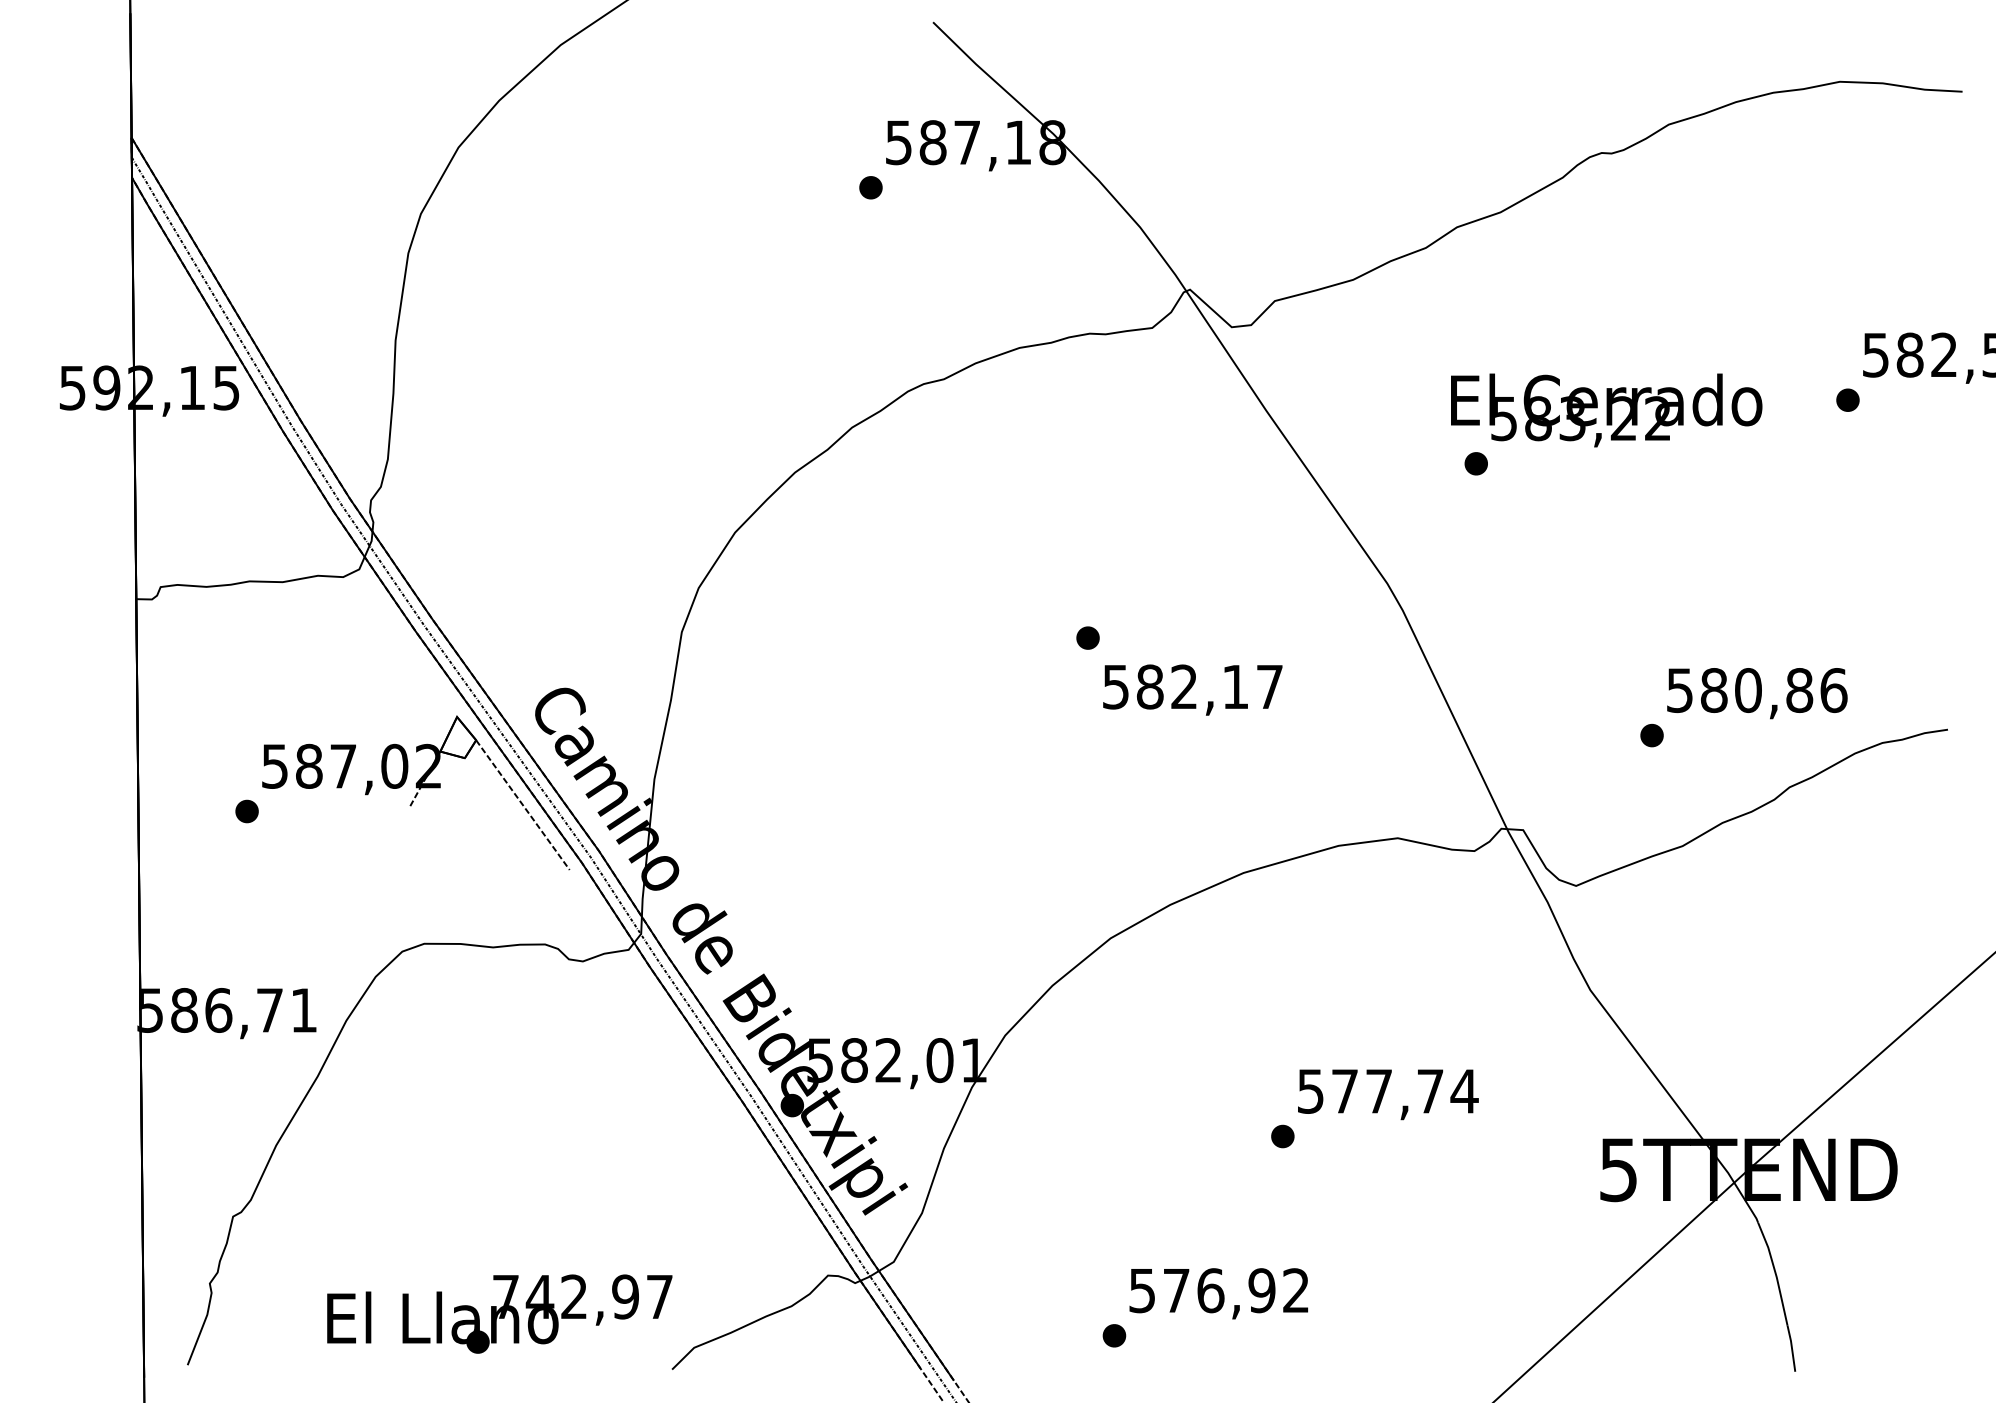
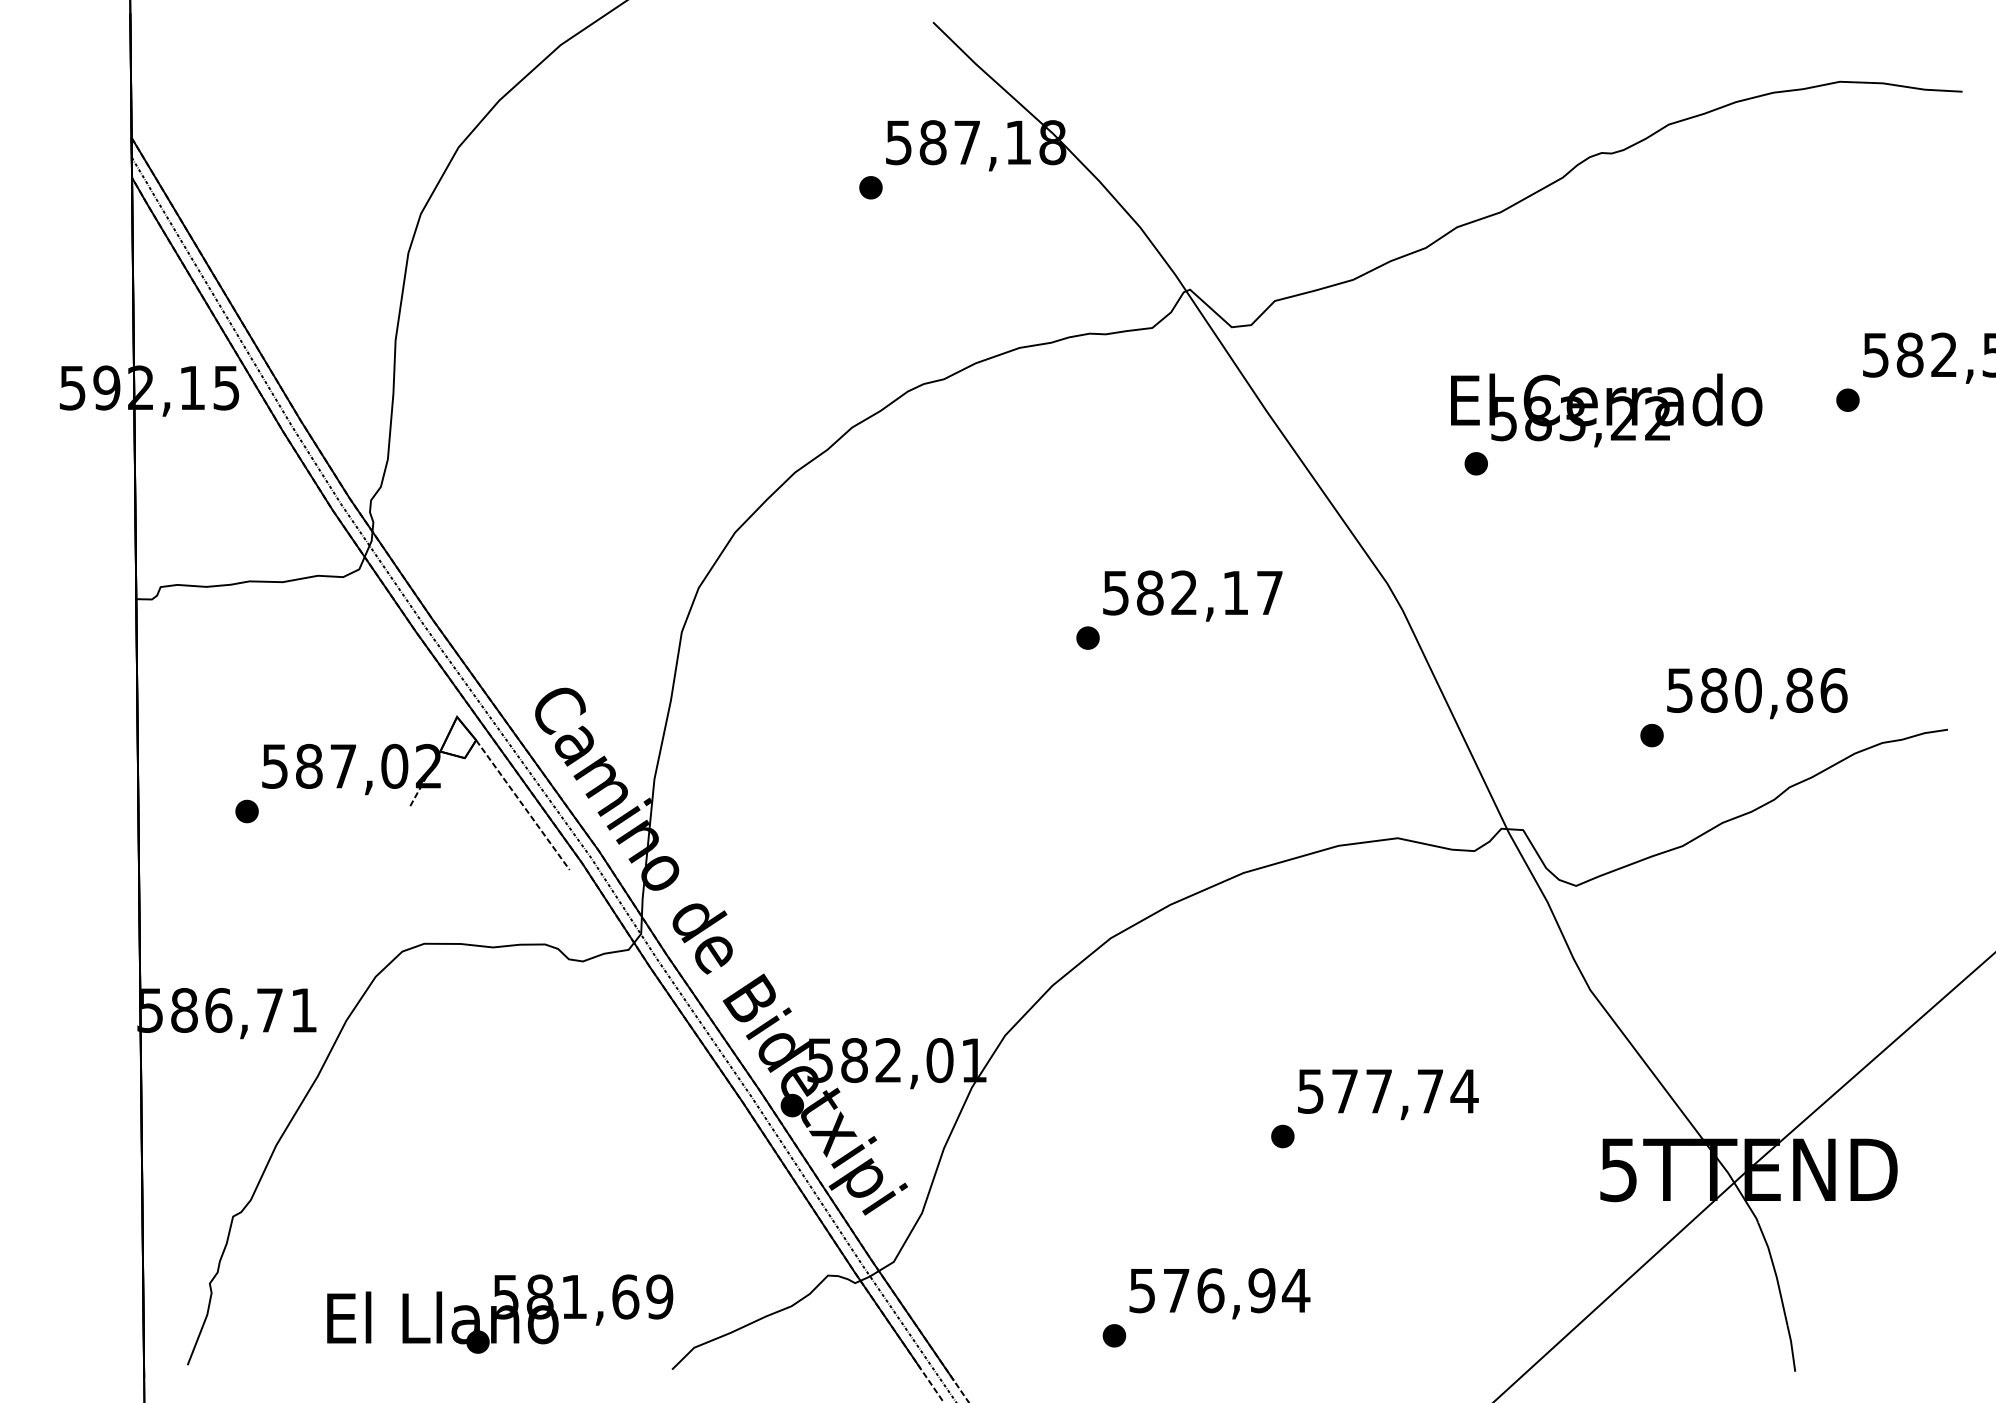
text at (1192, 689) position: (1192, 689) -> (1192, 595)
text at (1296, 1290): 576,92 -> 576,94
text at (583, 1296): 742,97 -> 581,69
